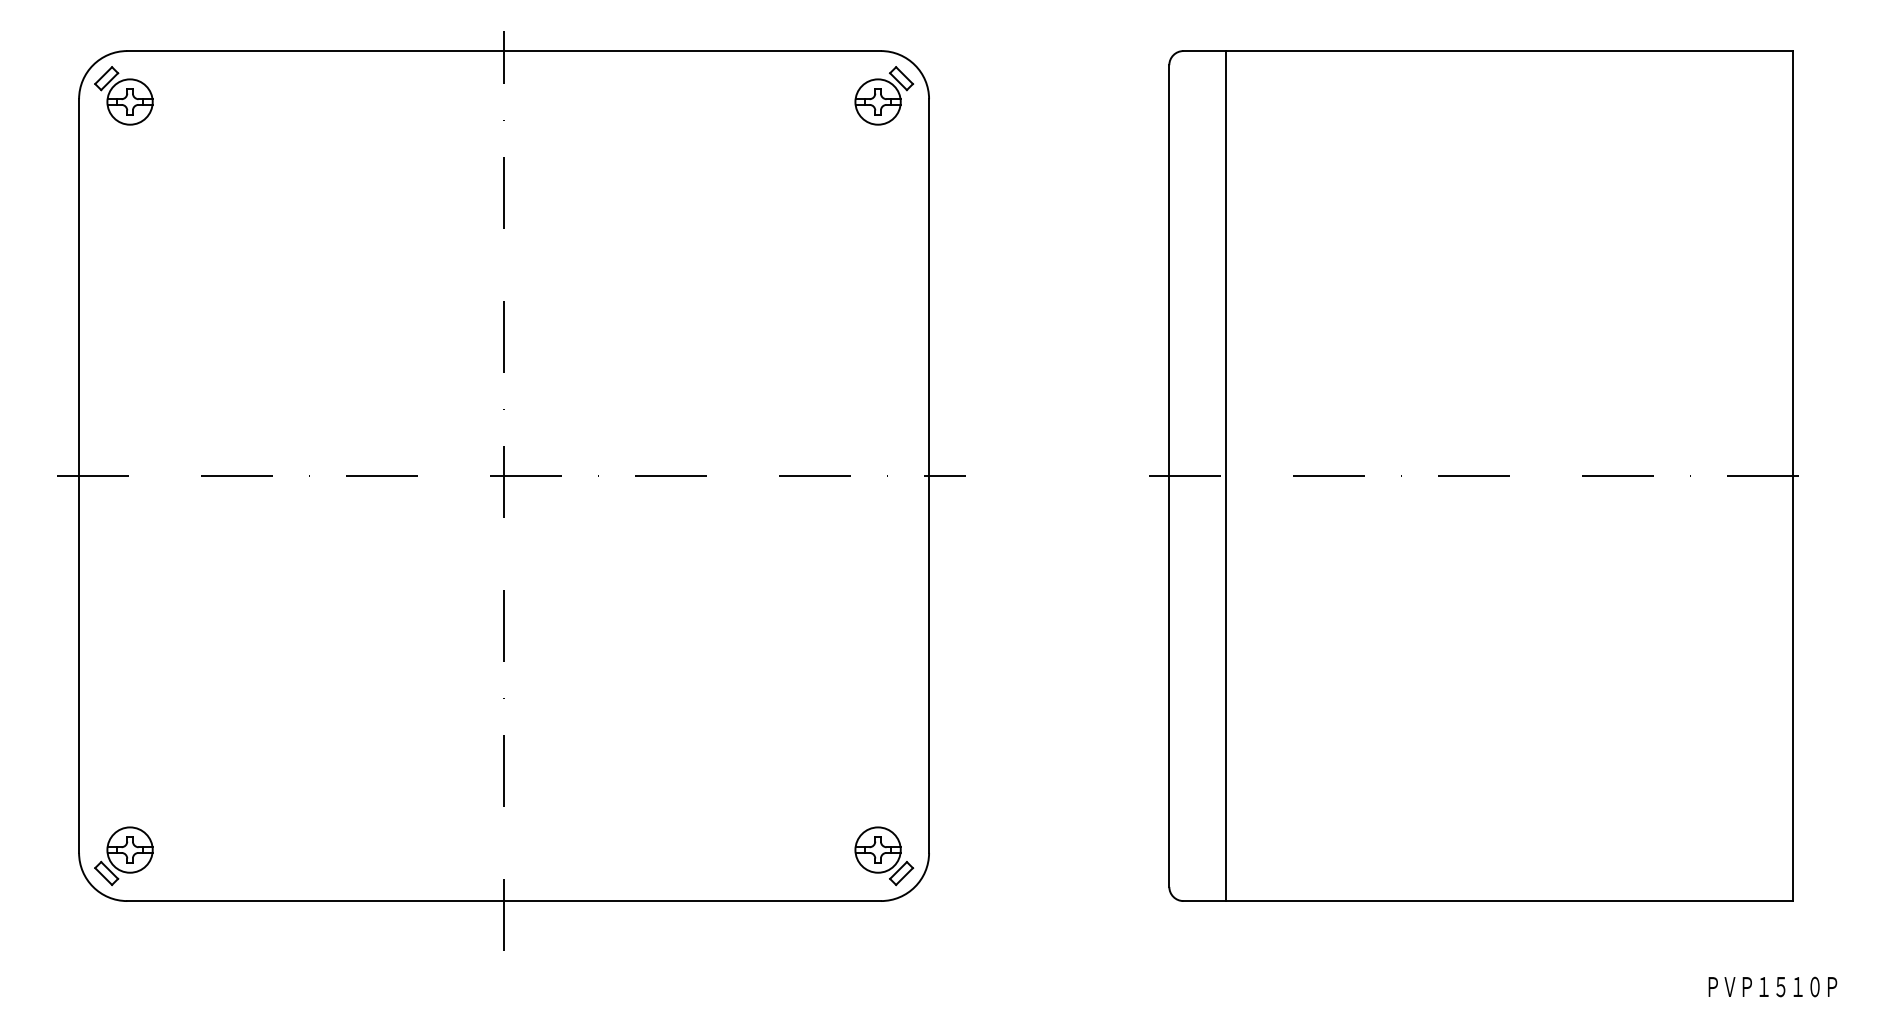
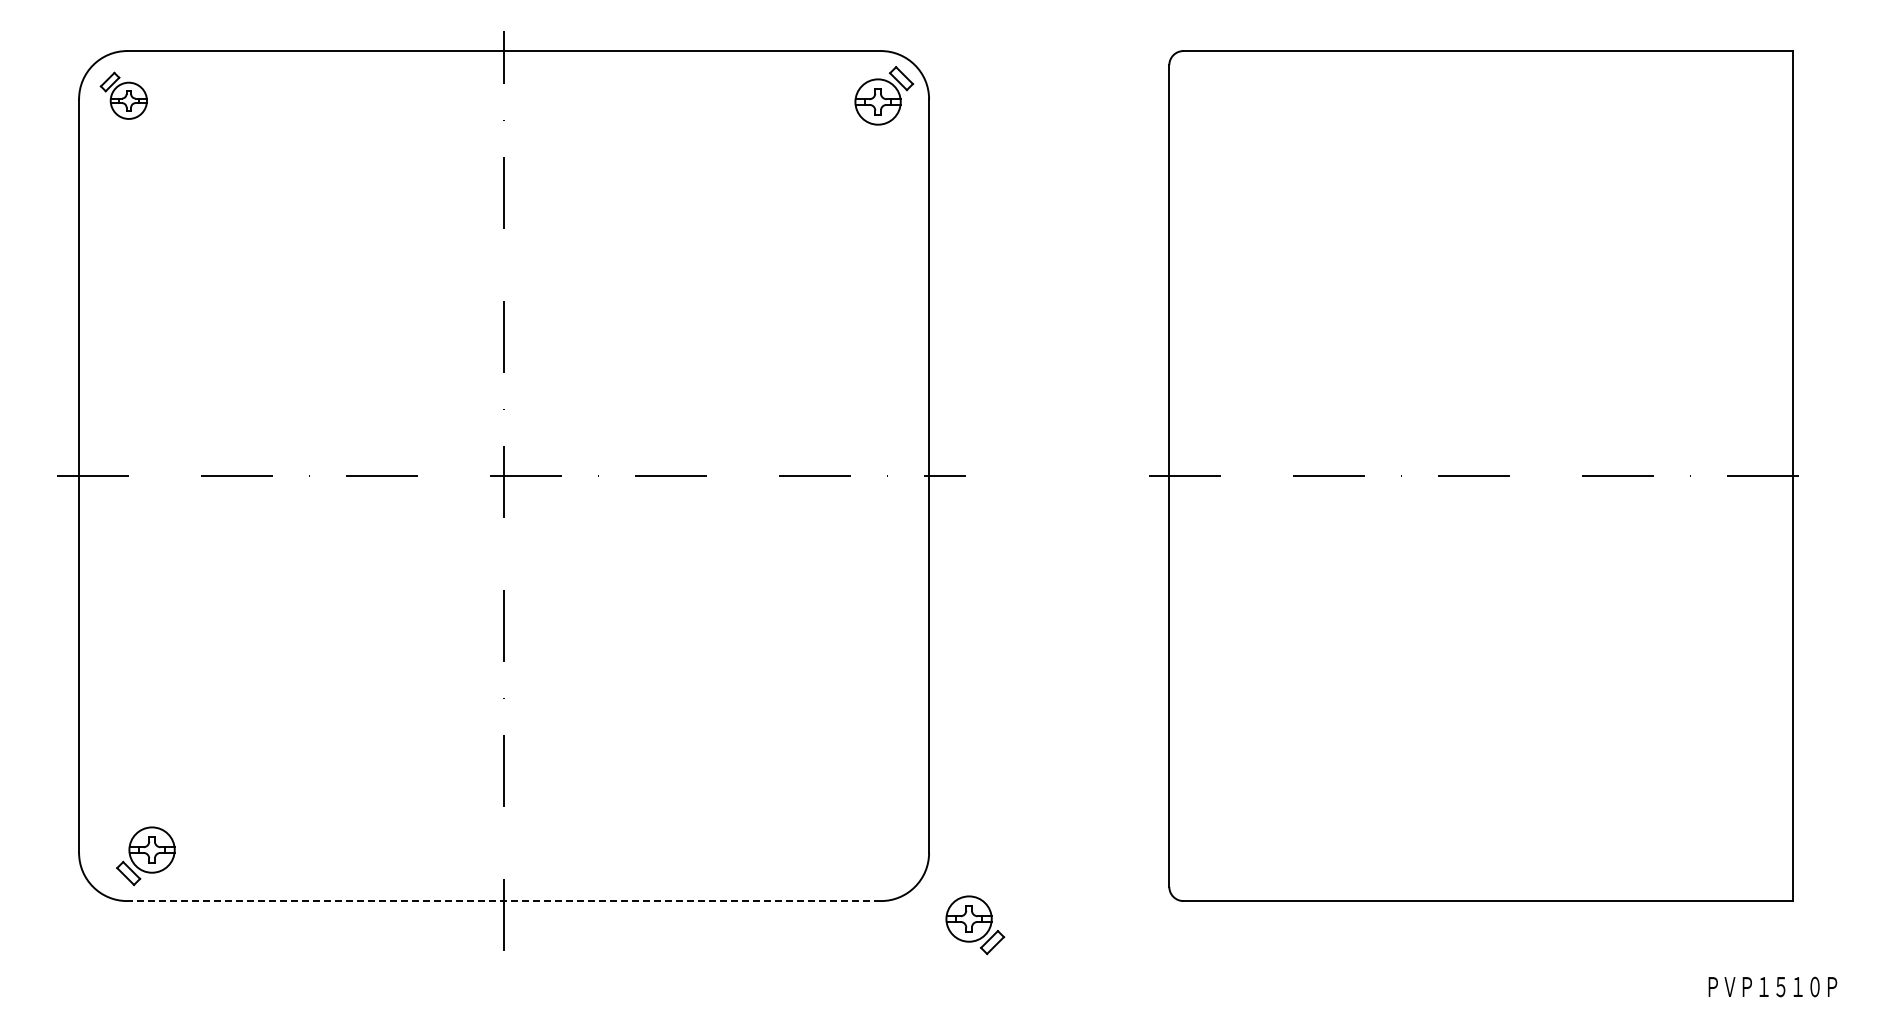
part at (123, 95) size: 60x60 px -> 49x49 px
line at (1225, 476): present -> none
part at (123, 856) position: (123, 856) -> (145, 856)
part at (884, 856) position: (884, 856) -> (975, 925)
line at (504, 901): solid -> dashed
